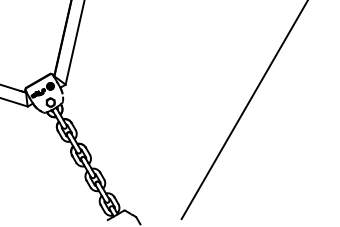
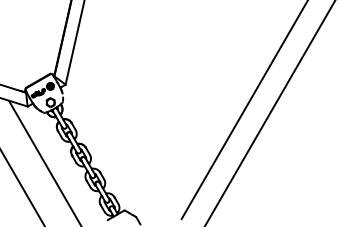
line at (270, 112): none -> present
line at (44, 162): none -> present
line at (22, 187): none -> present
